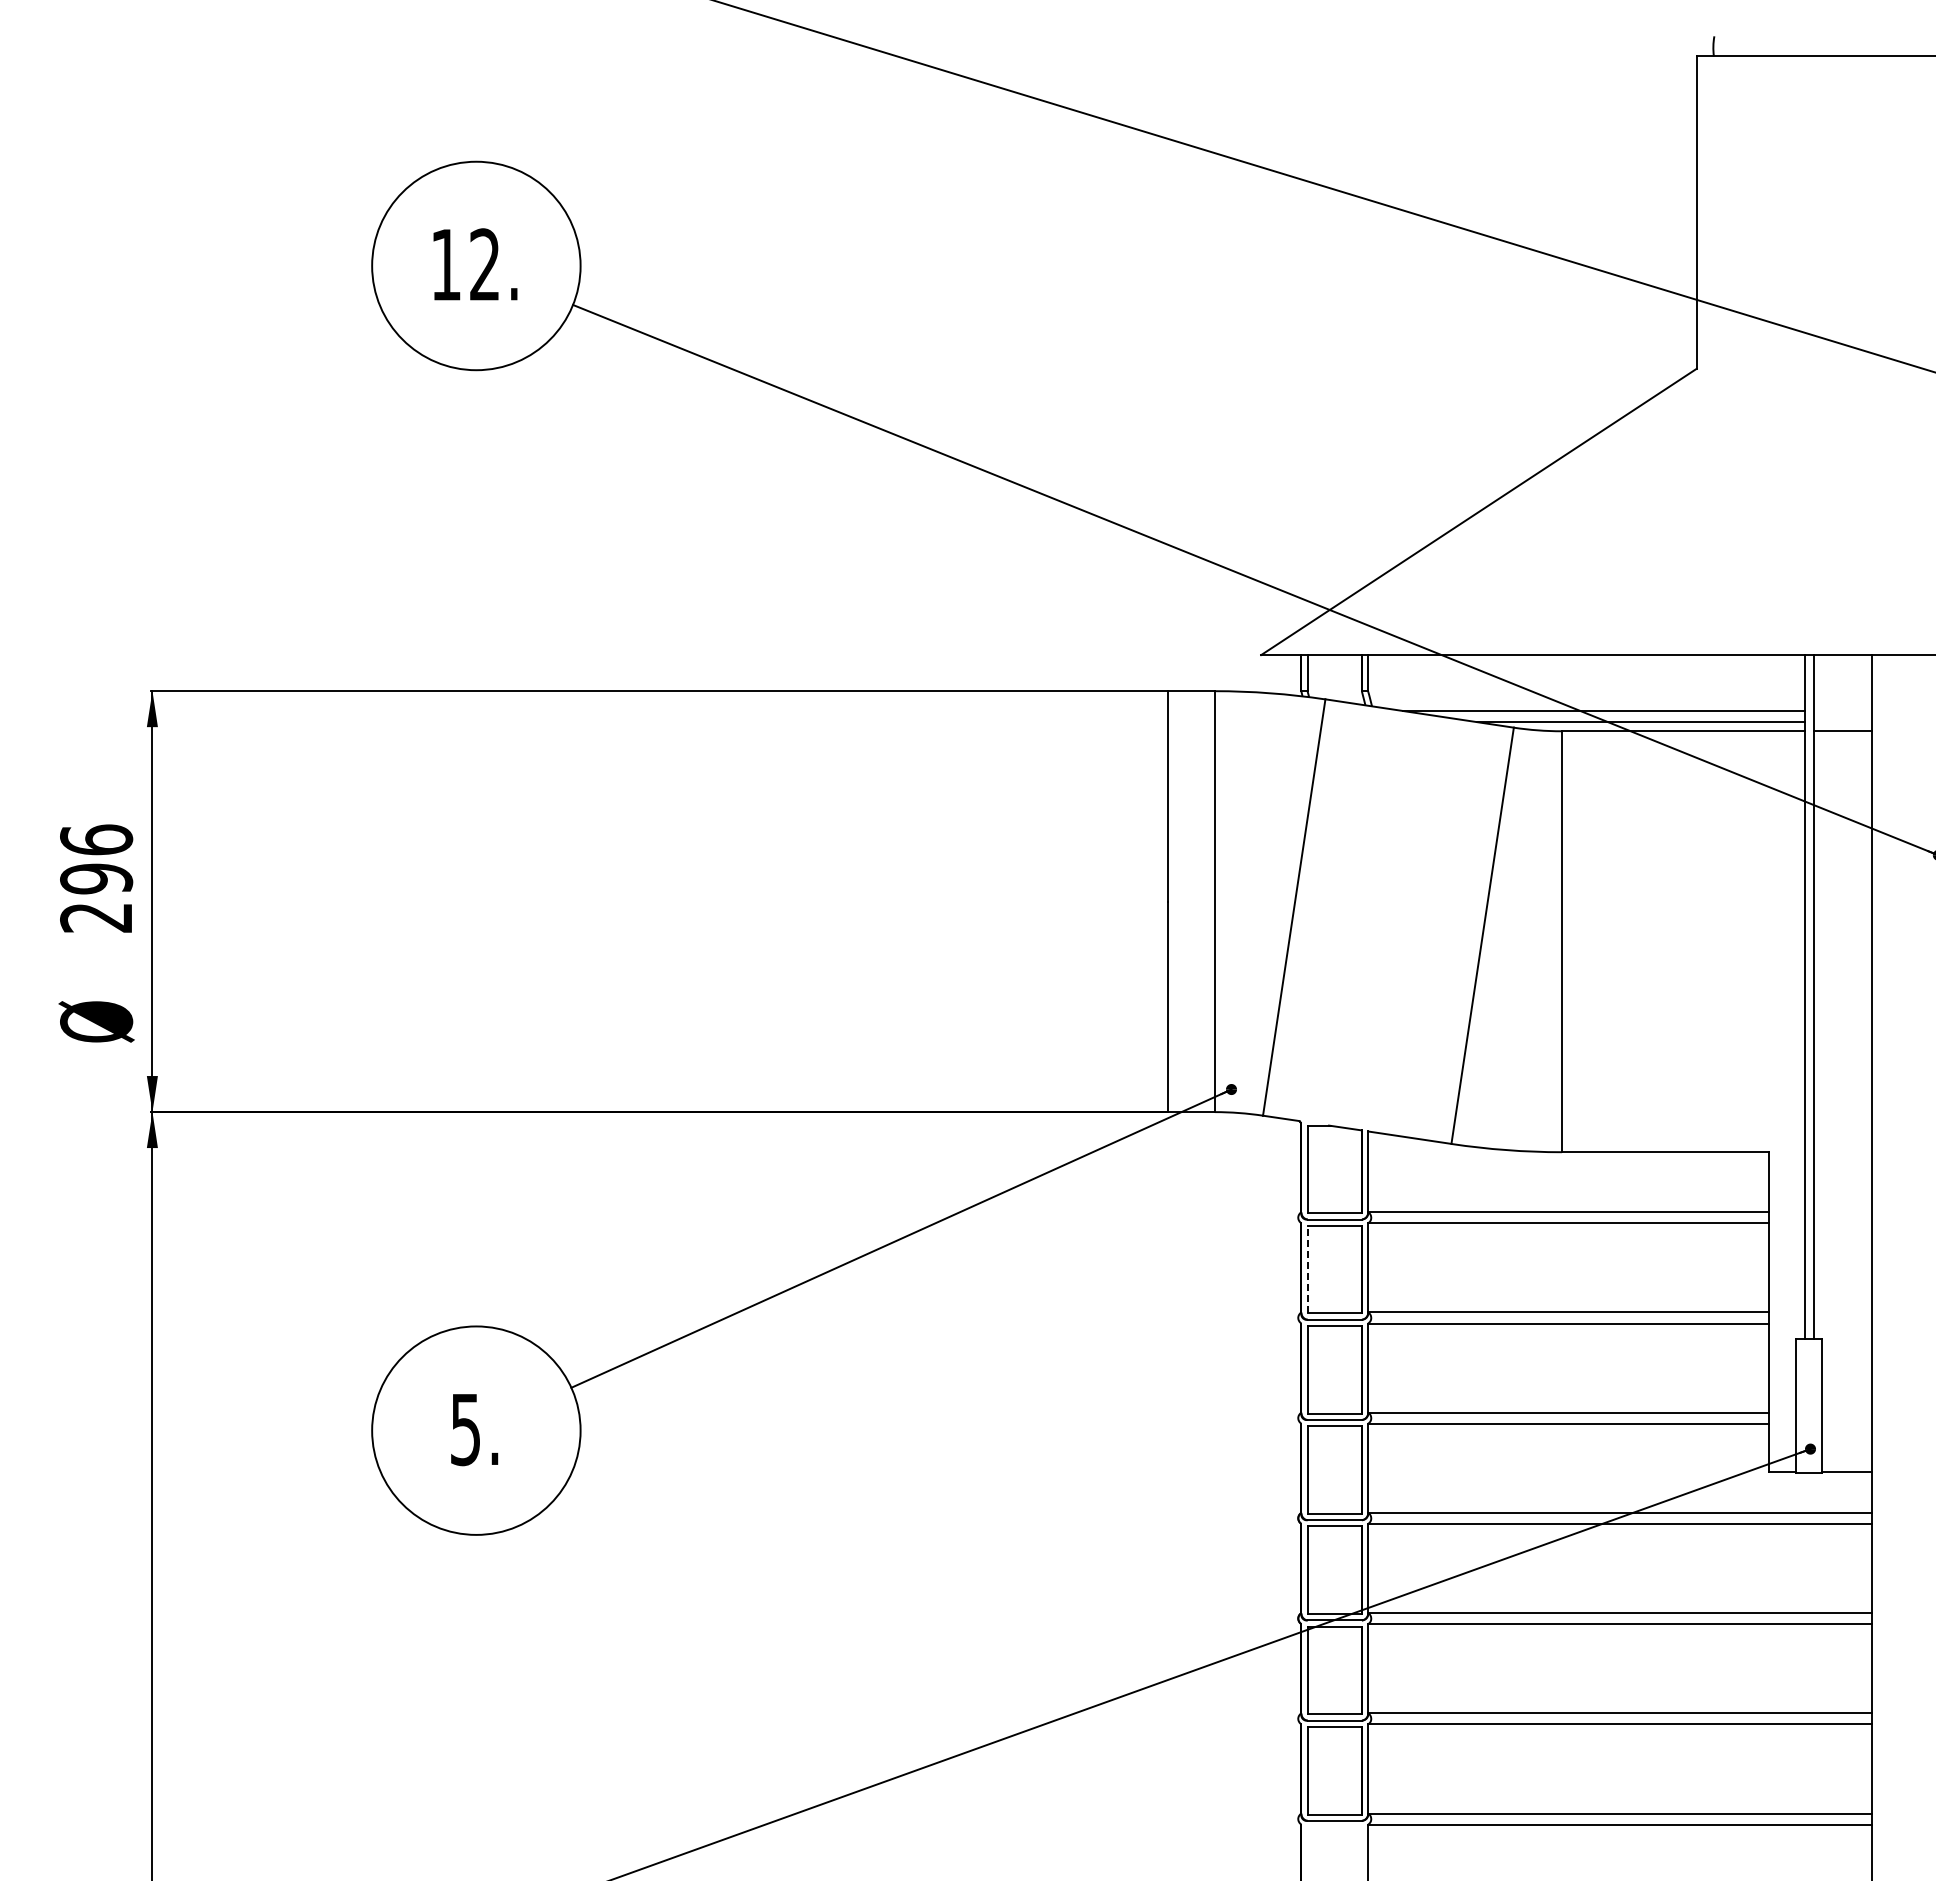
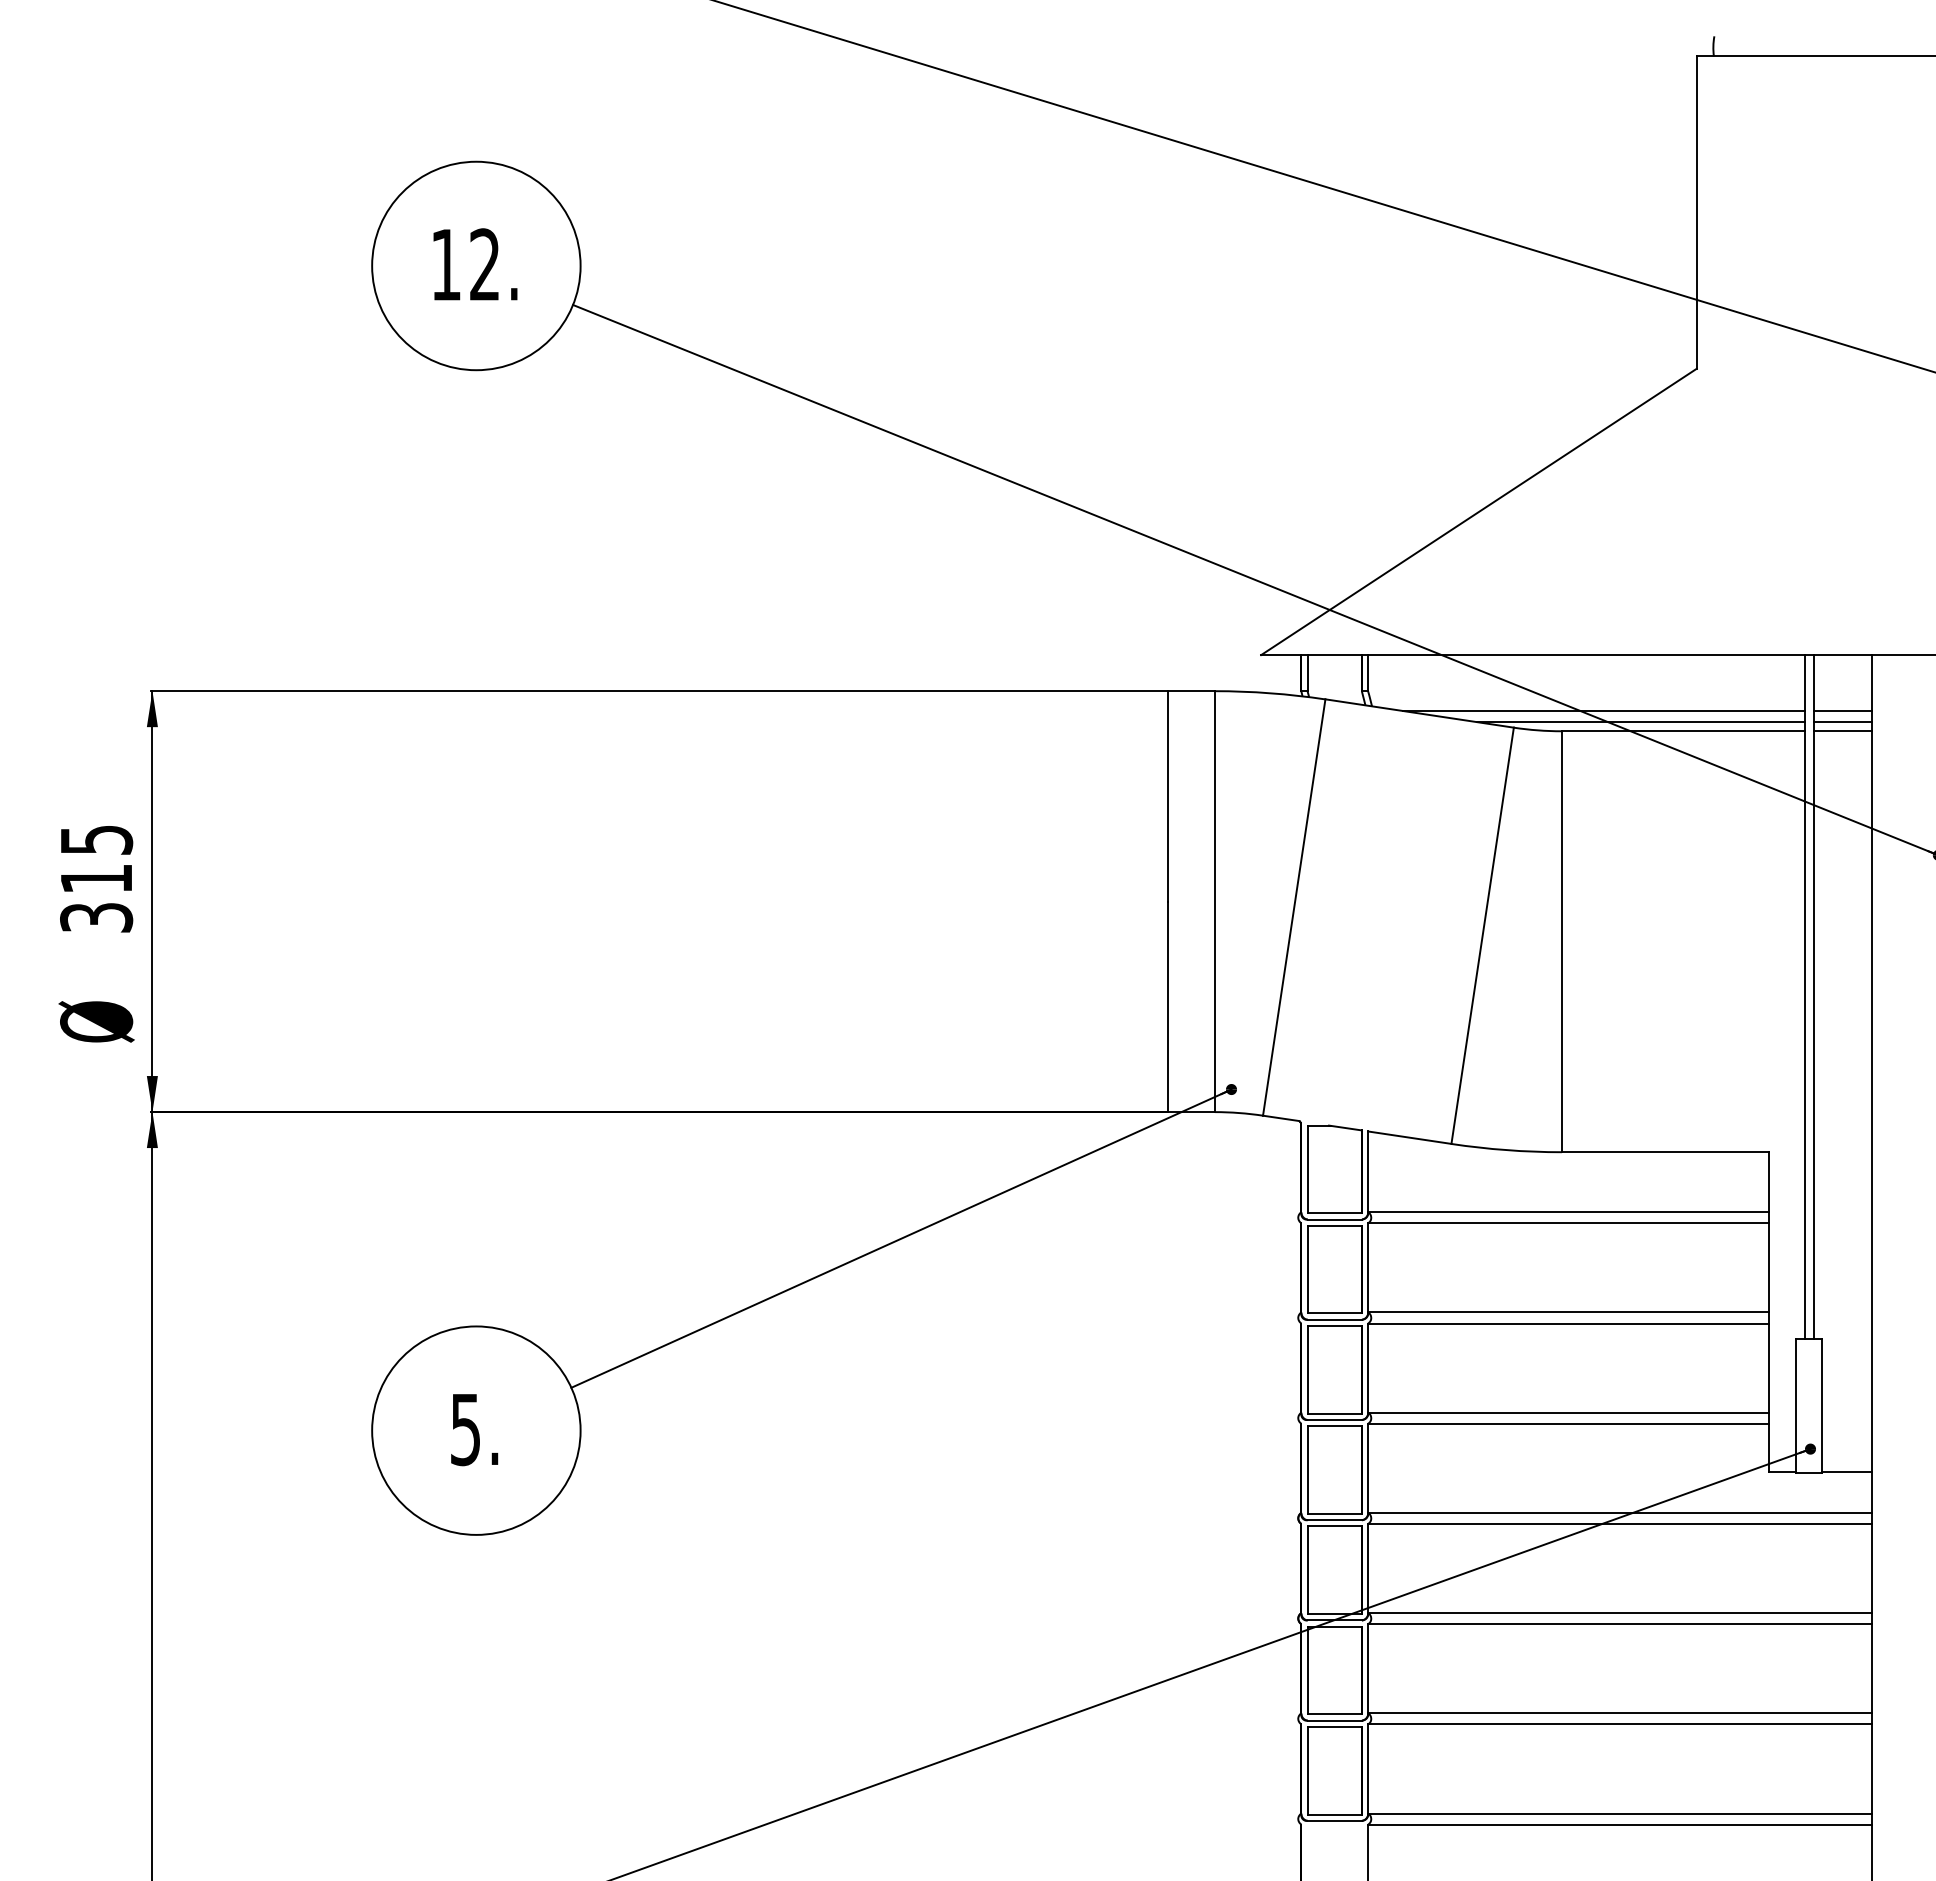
line at (1842, 711): none -> present
line at (1842, 722): none -> present
text at (96, 878): 296 -> 315
line at (1307, 1269): dashed -> solid
